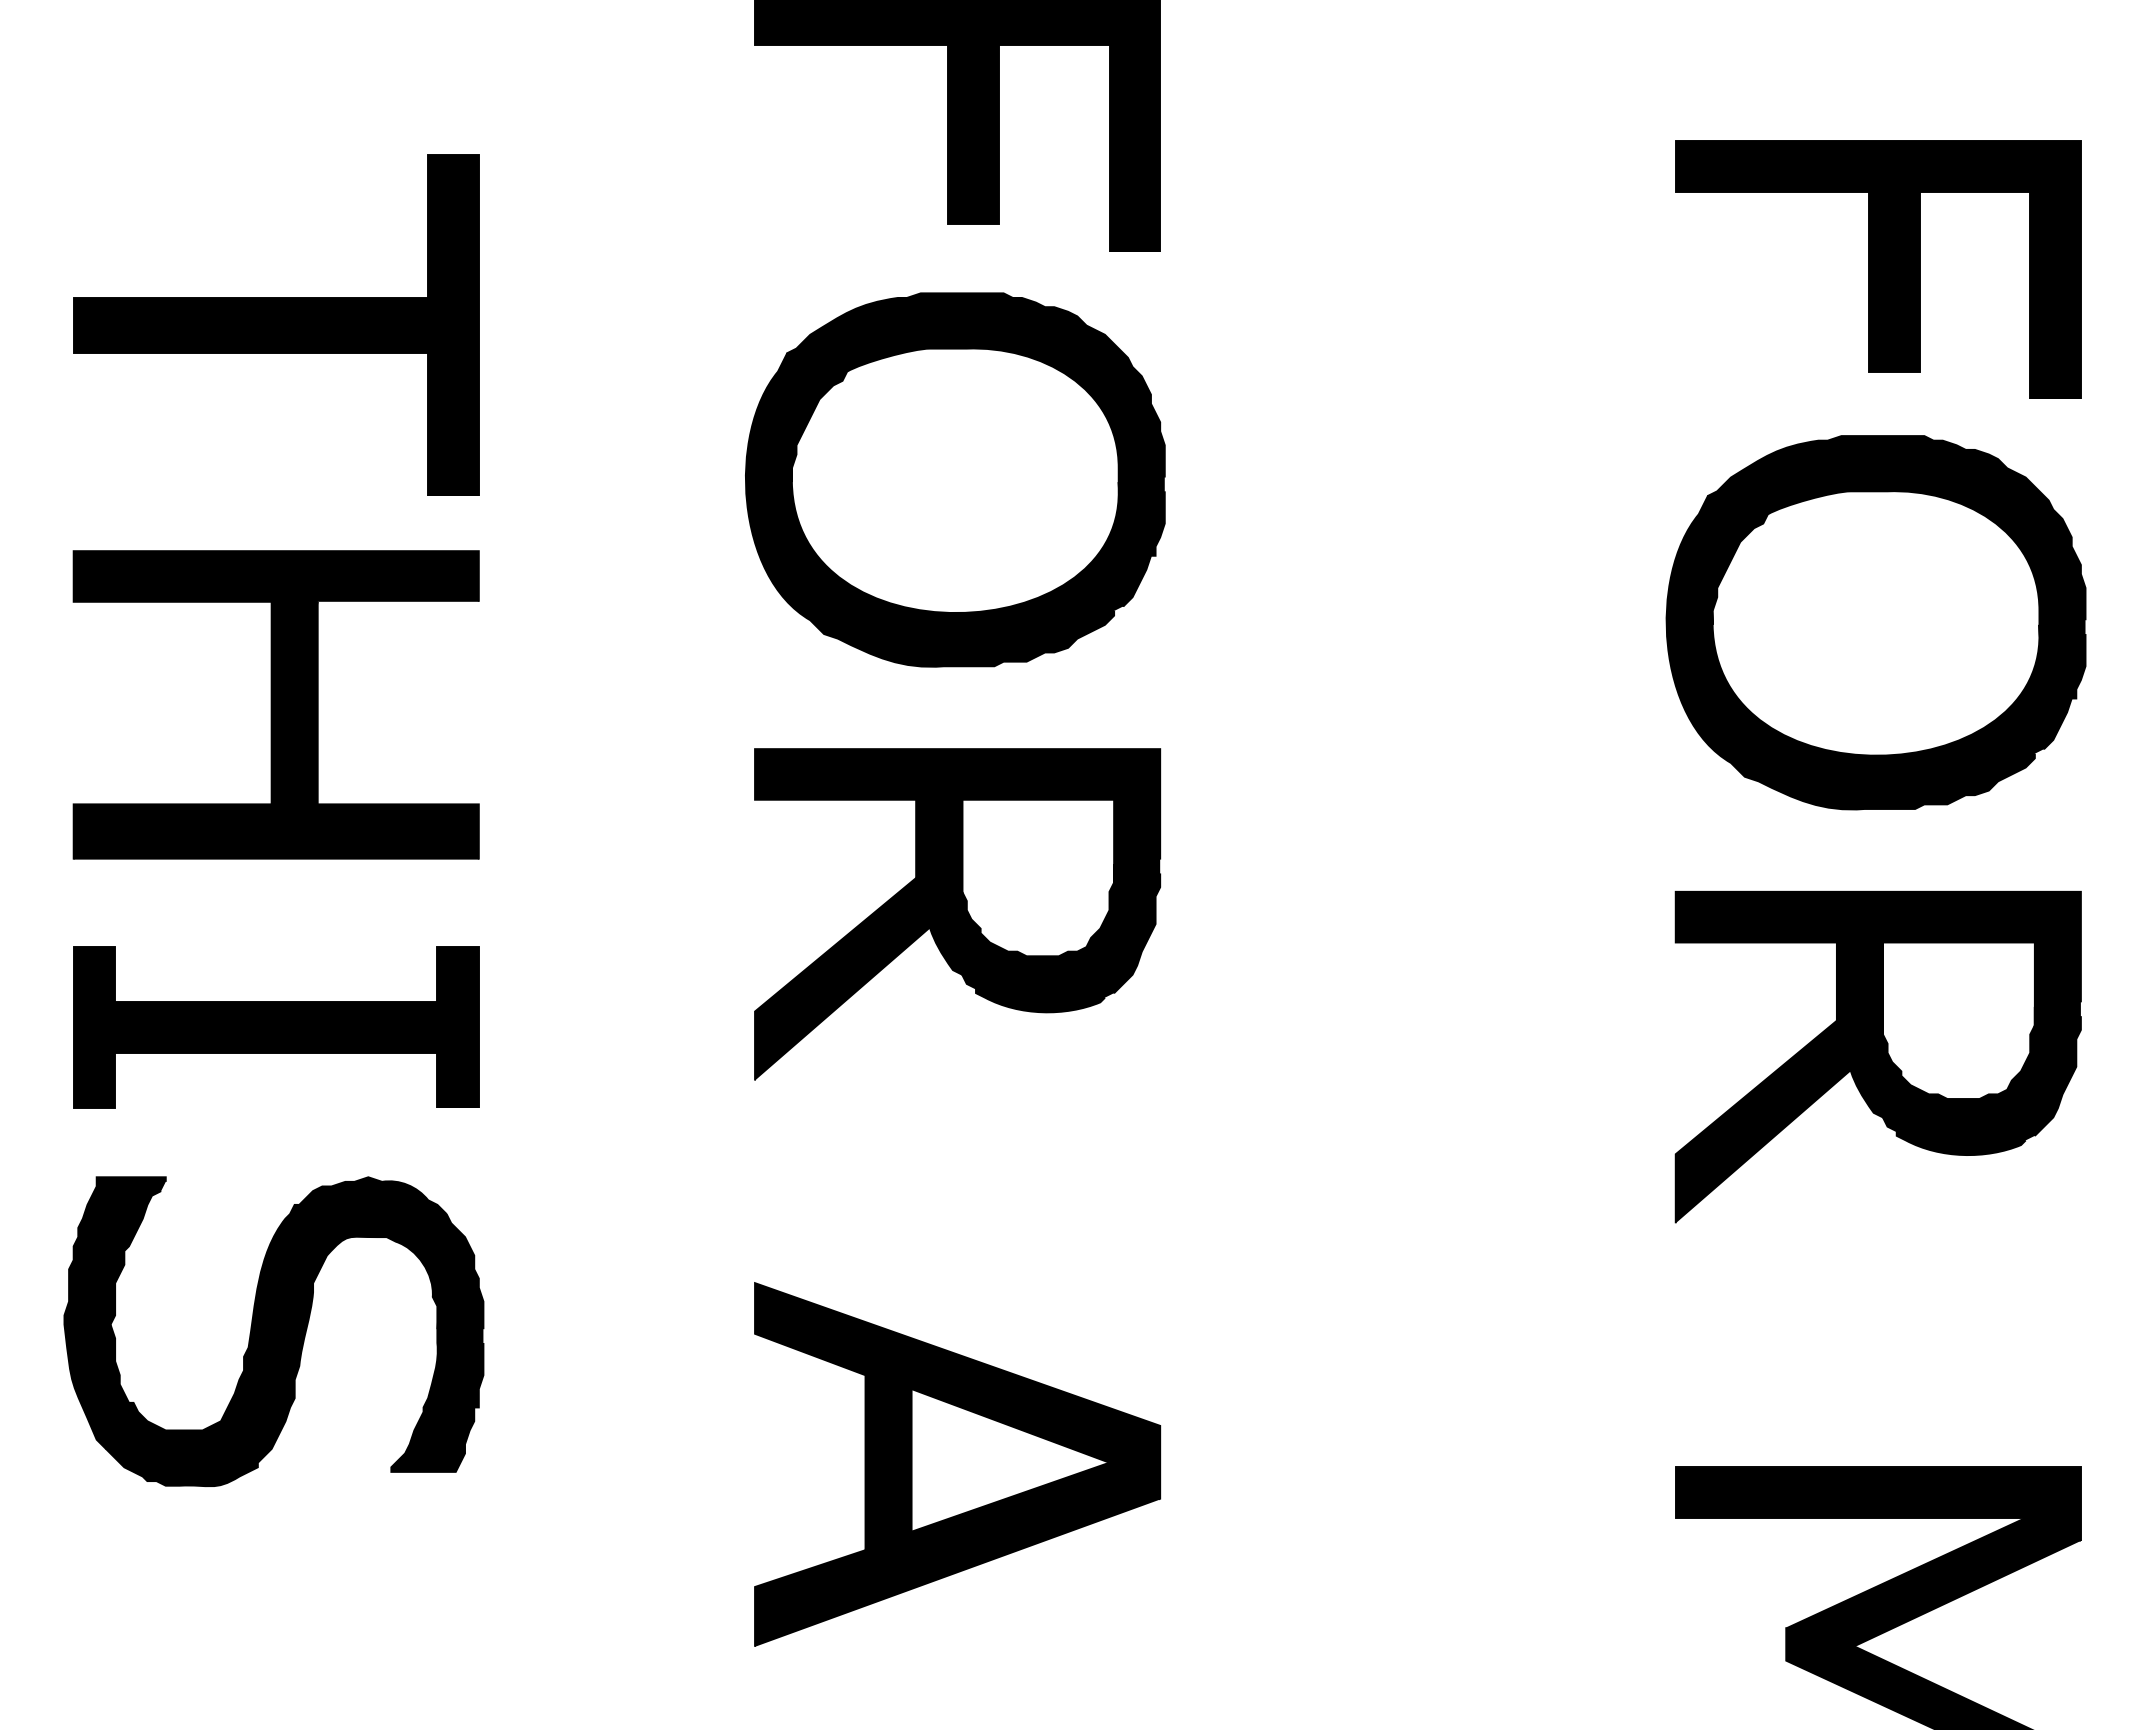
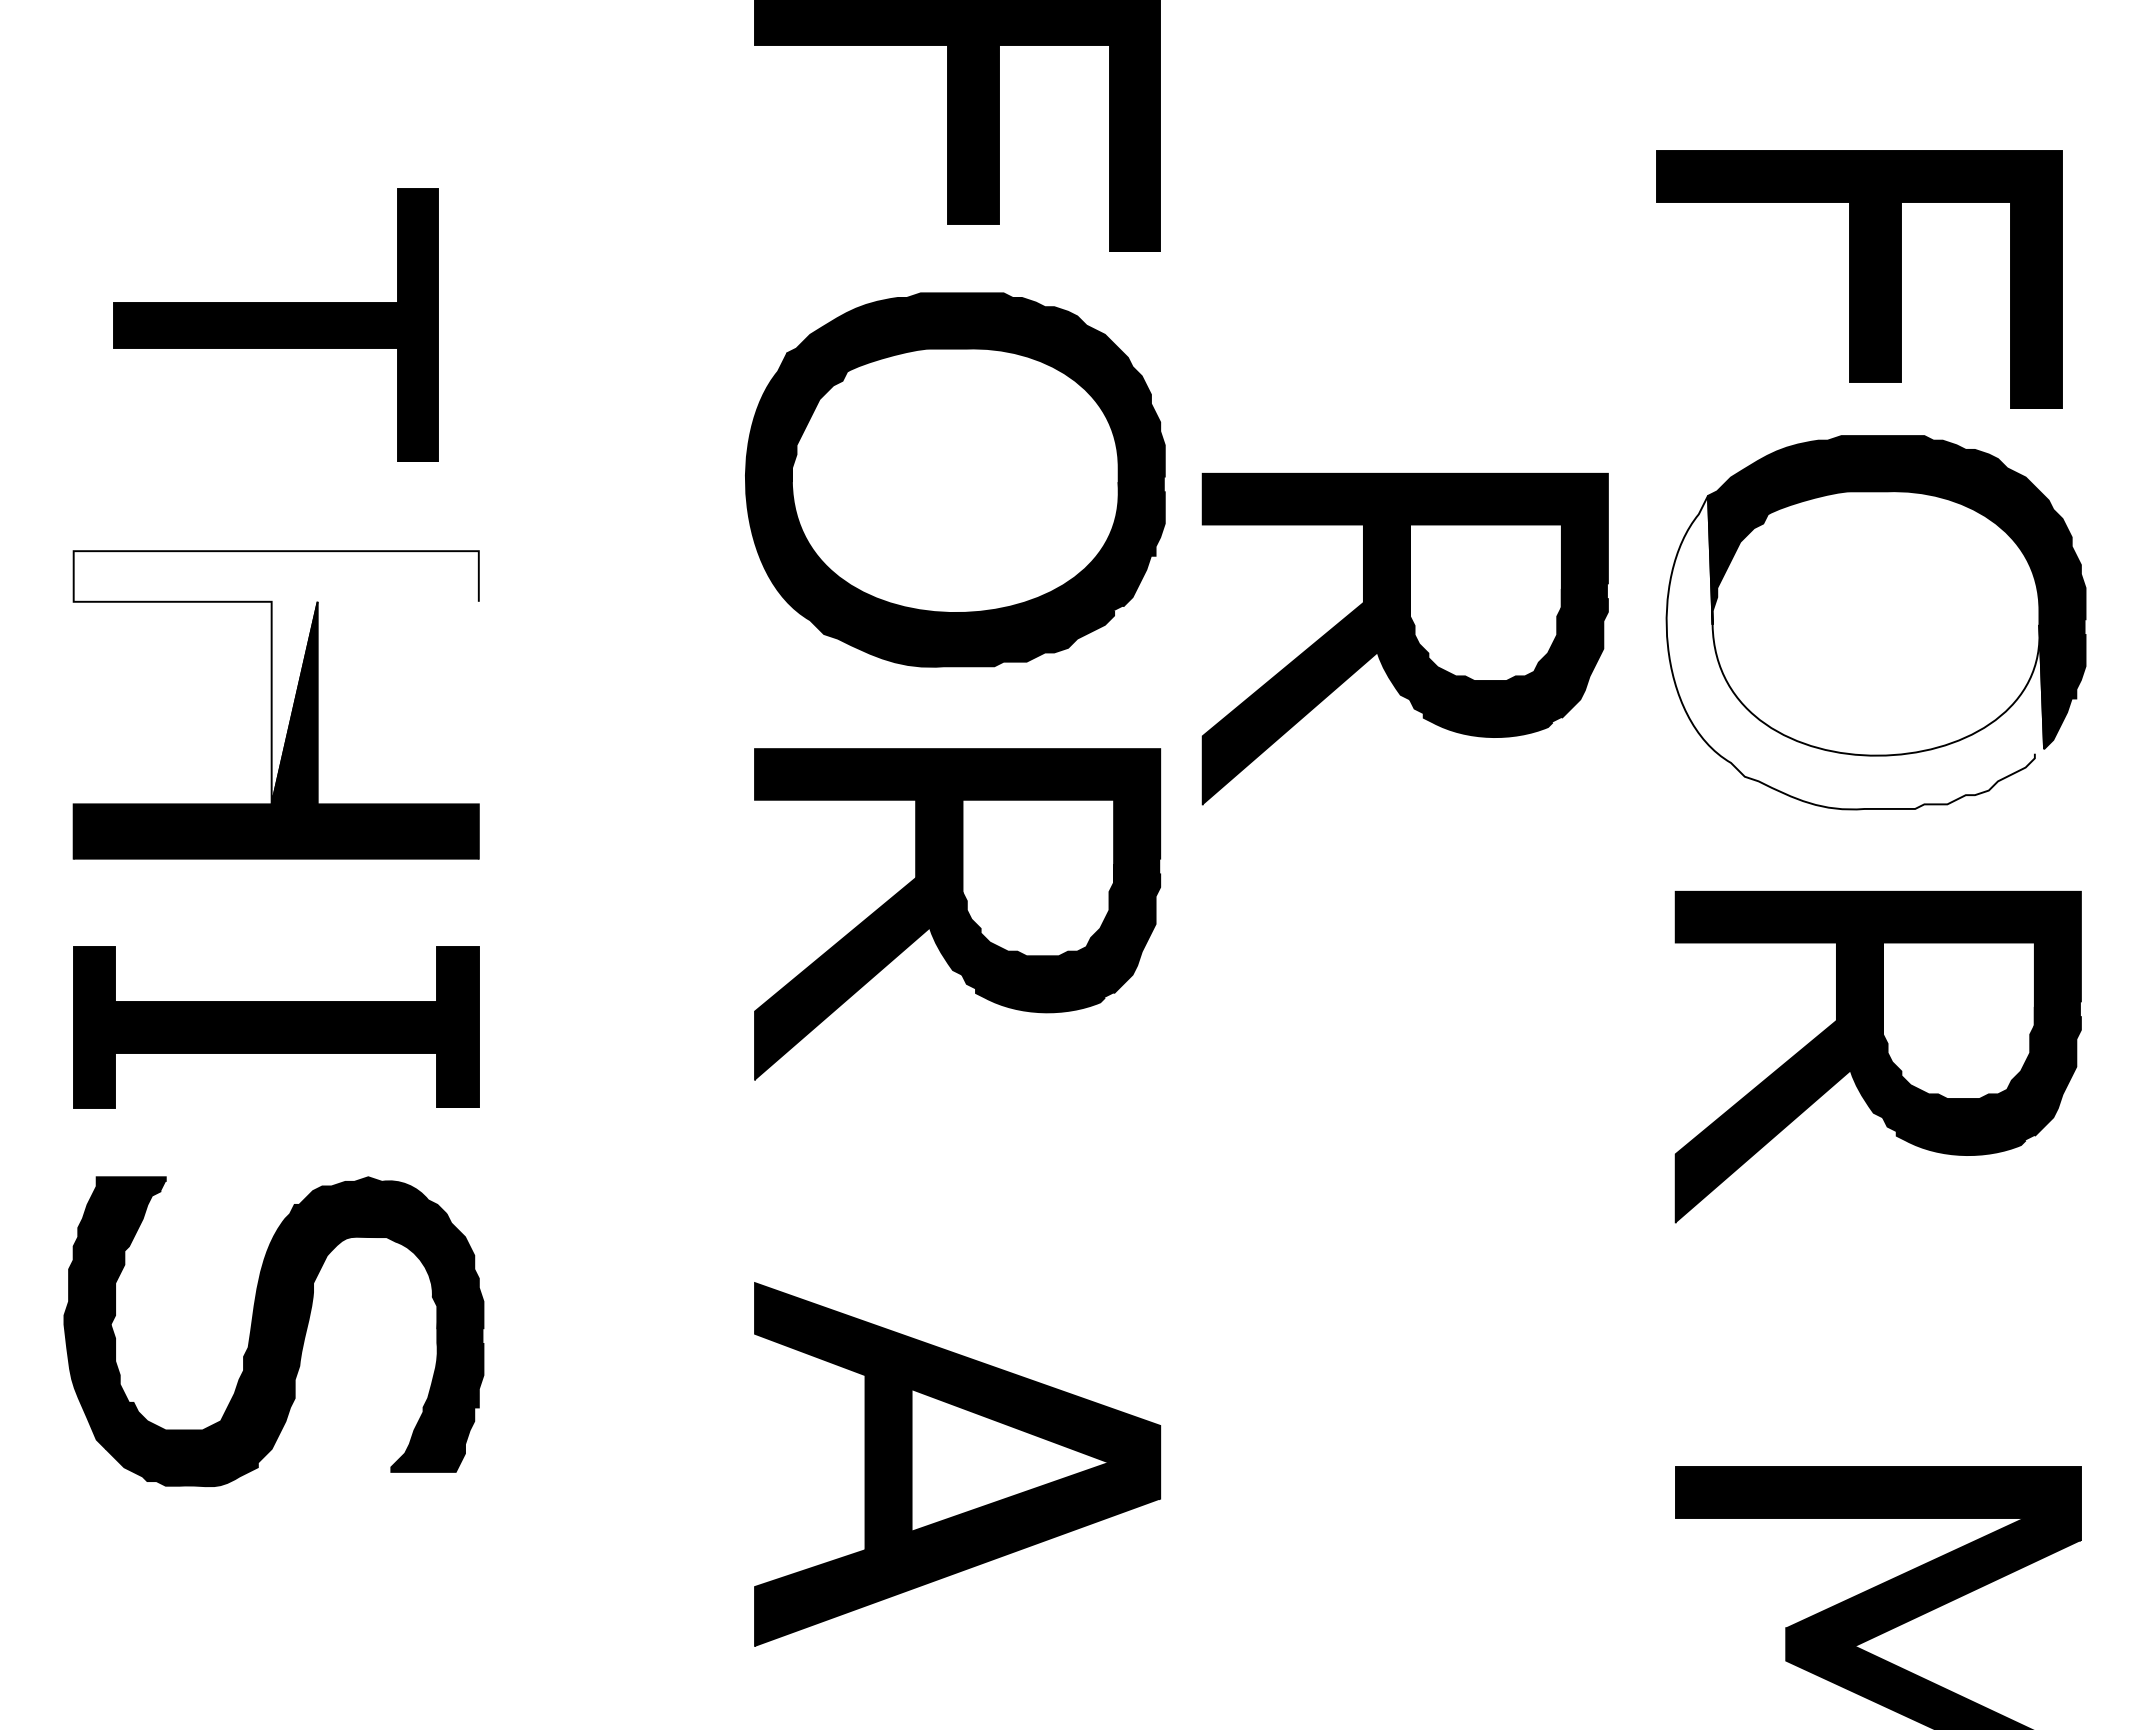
part at (1878, 269) position: (1878, 269) -> (1859, 279)
part at (276, 324) size: 407x342 px -> 326x274 px
part at (1404, 639): none -> present
fill at (1855, 652): present -> none
fill at (275, 677): present -> none
